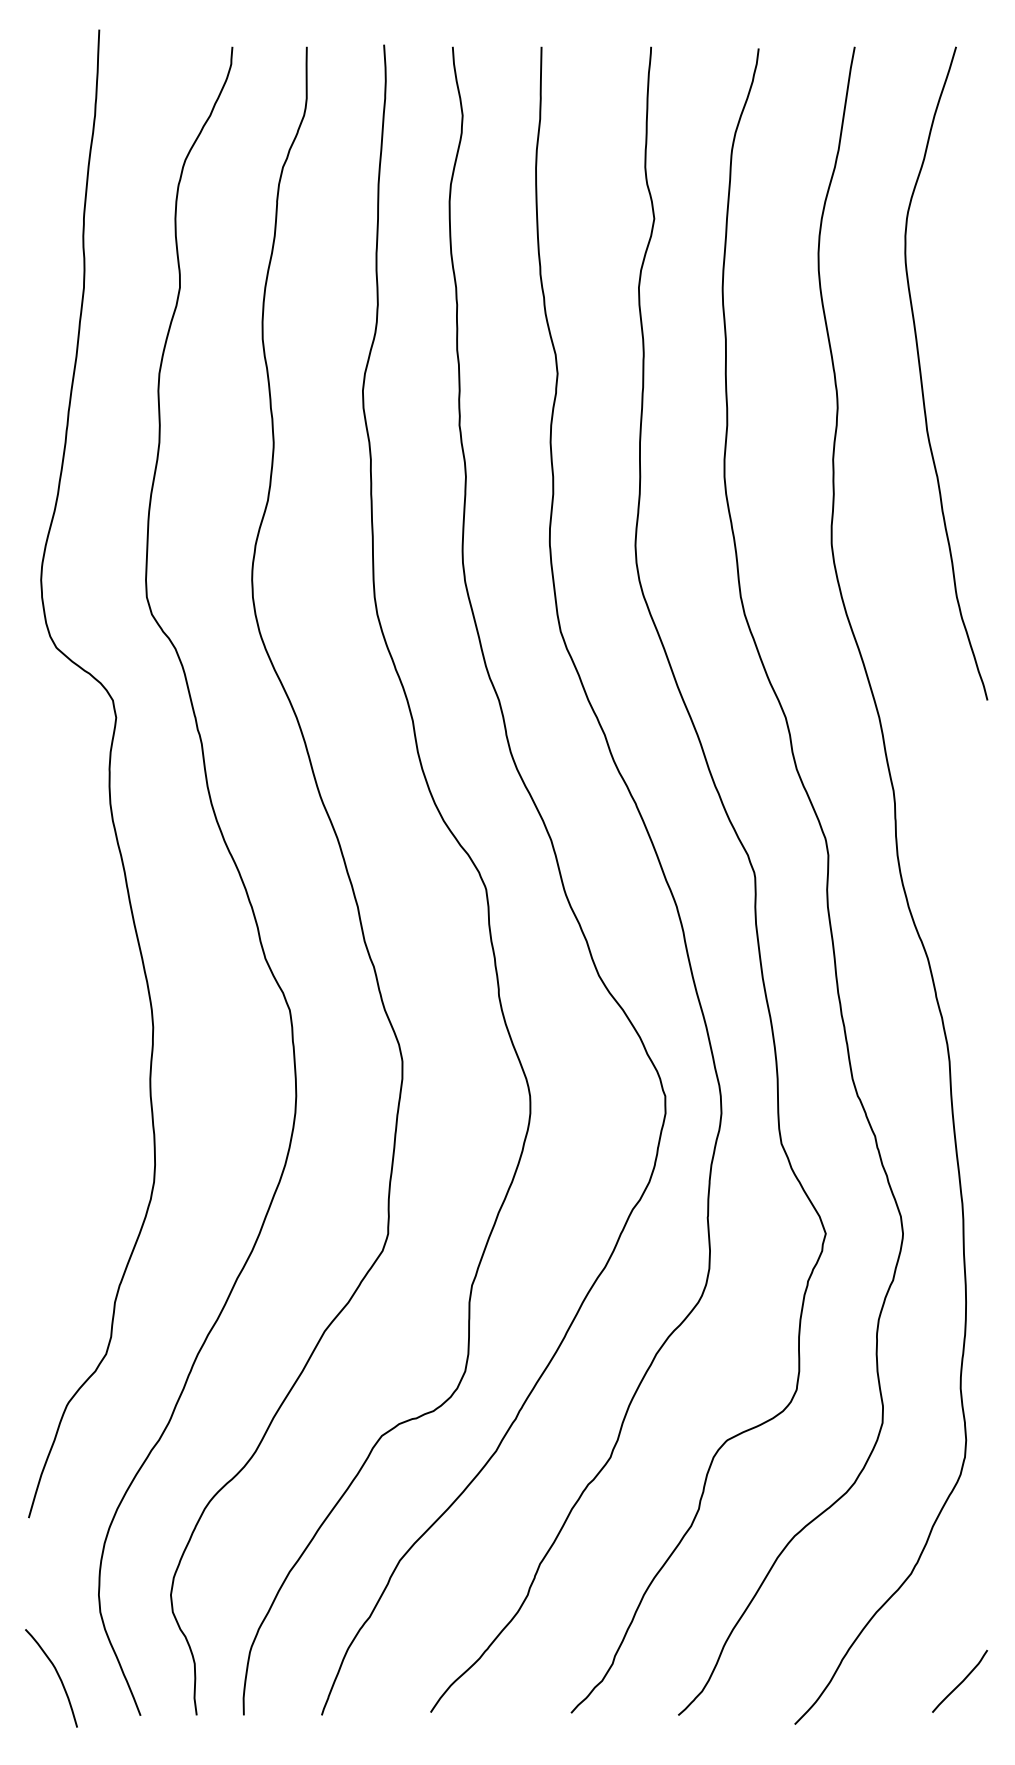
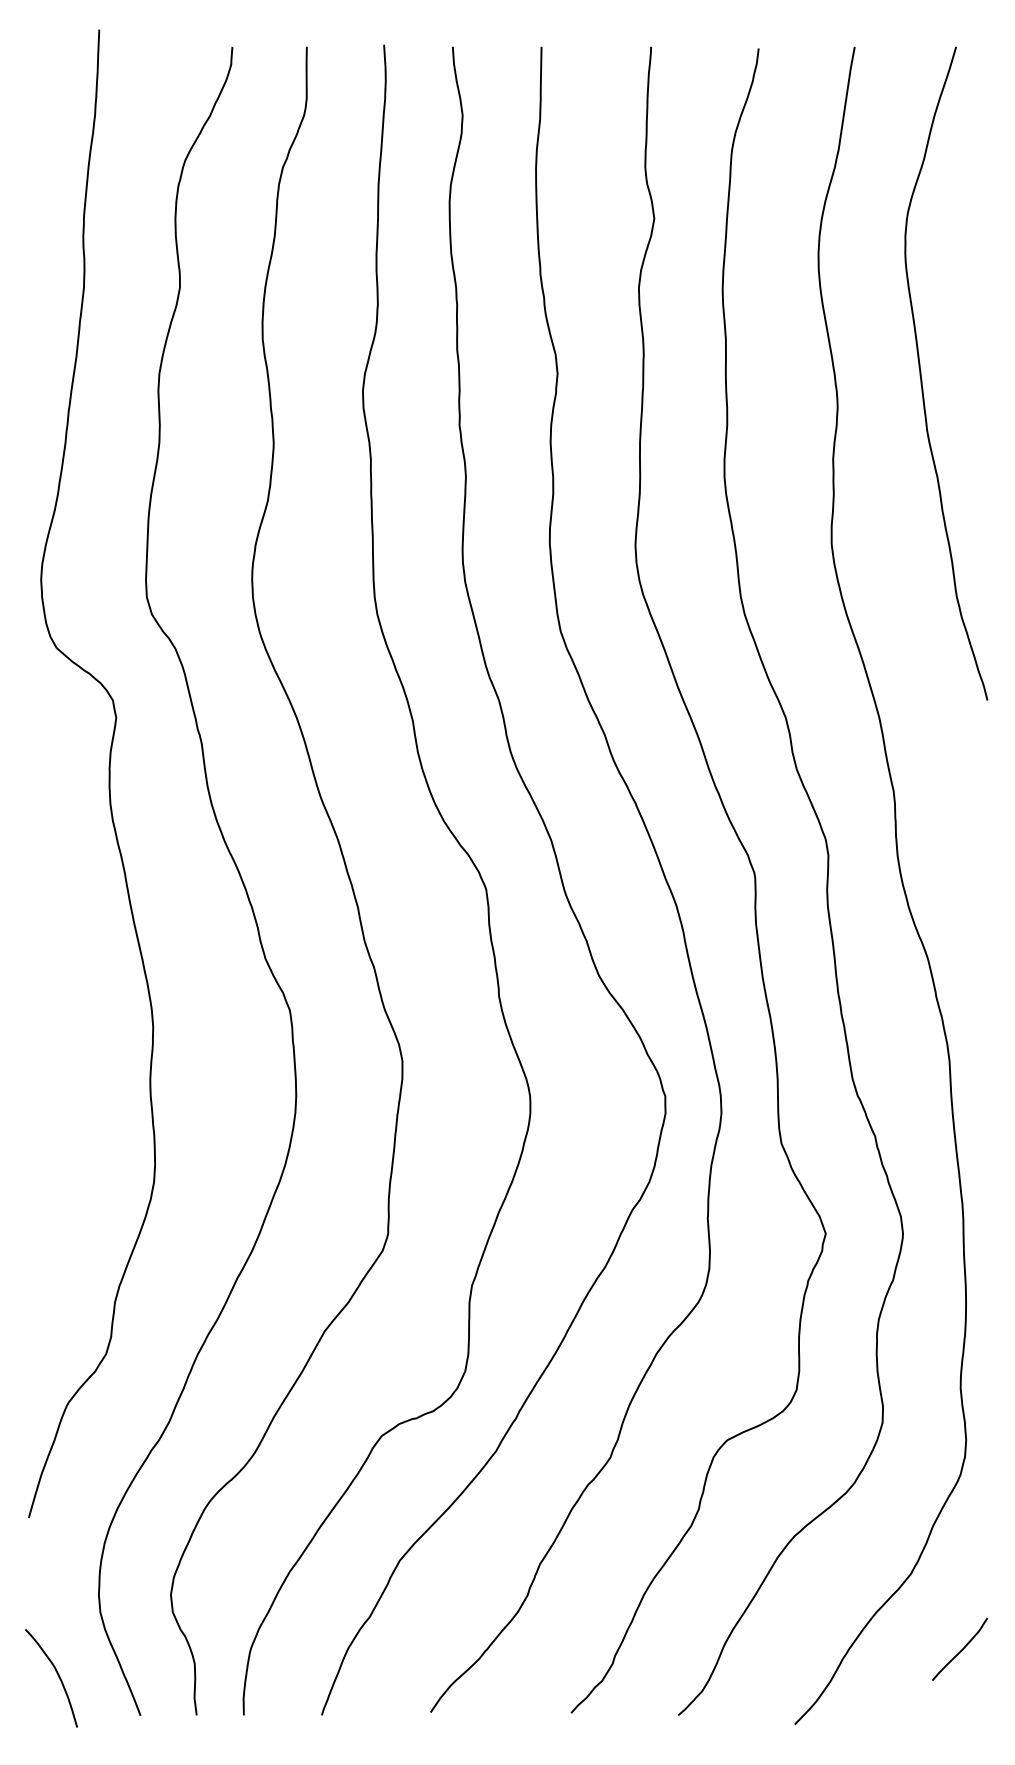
curve at (961, 1681) position: (961, 1681) -> (961, 1649)
